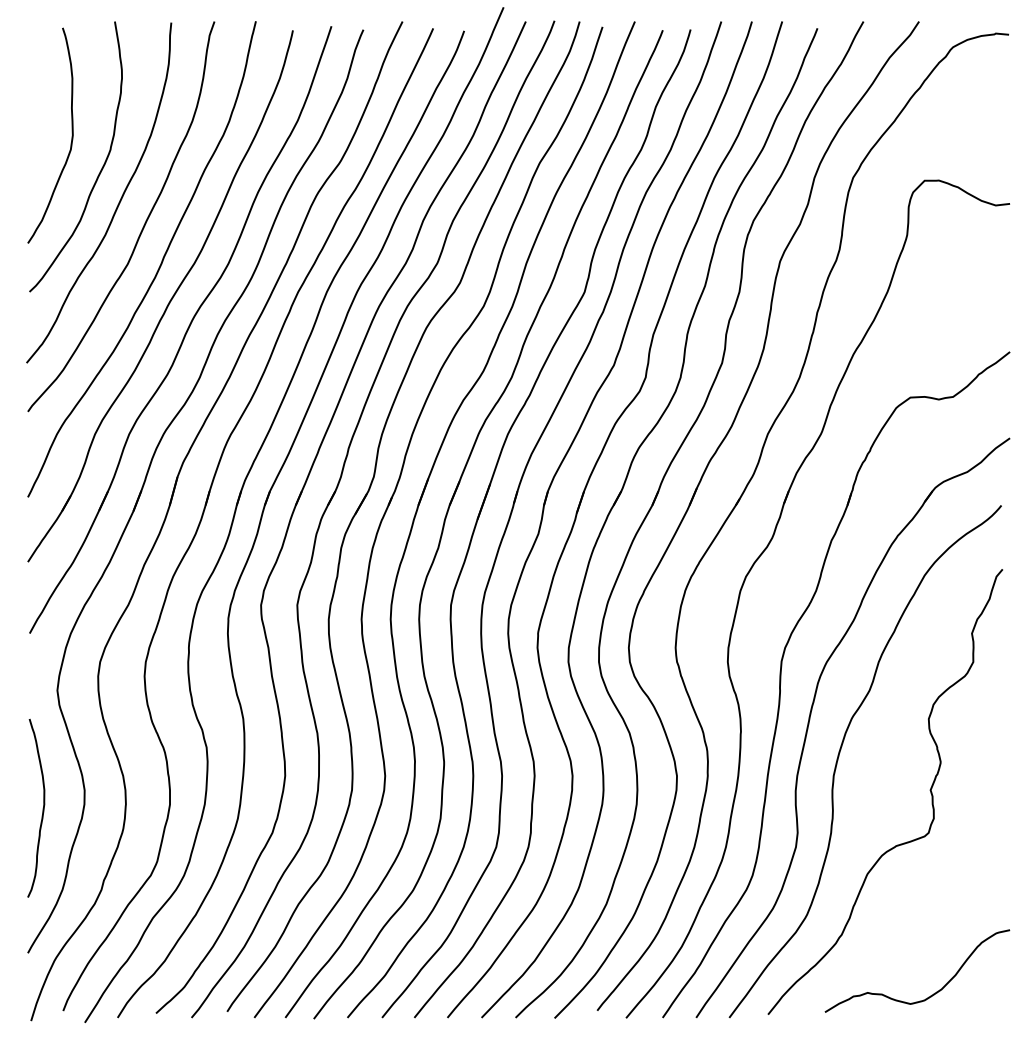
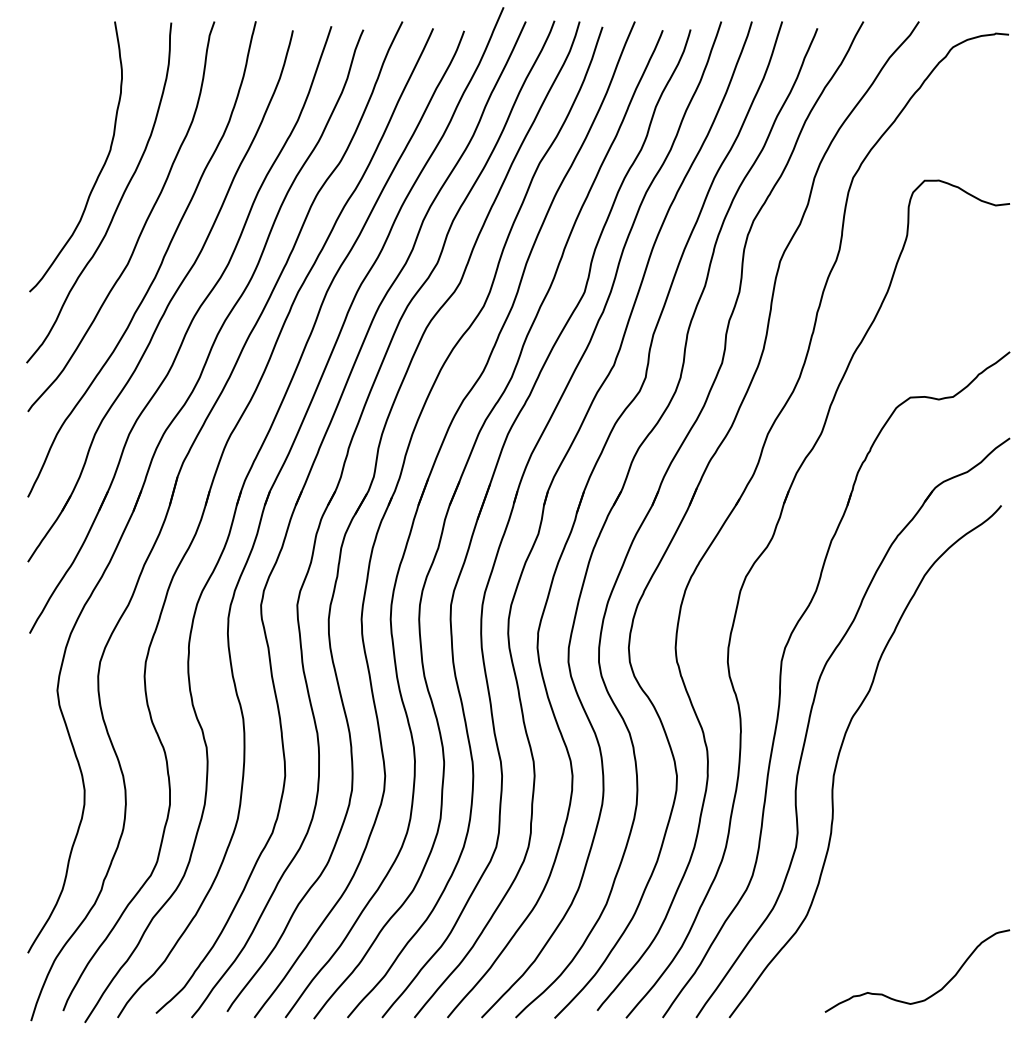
curve at (71, 135): present -> none
curve at (929, 790): present -> none
curve at (42, 808): present -> none
